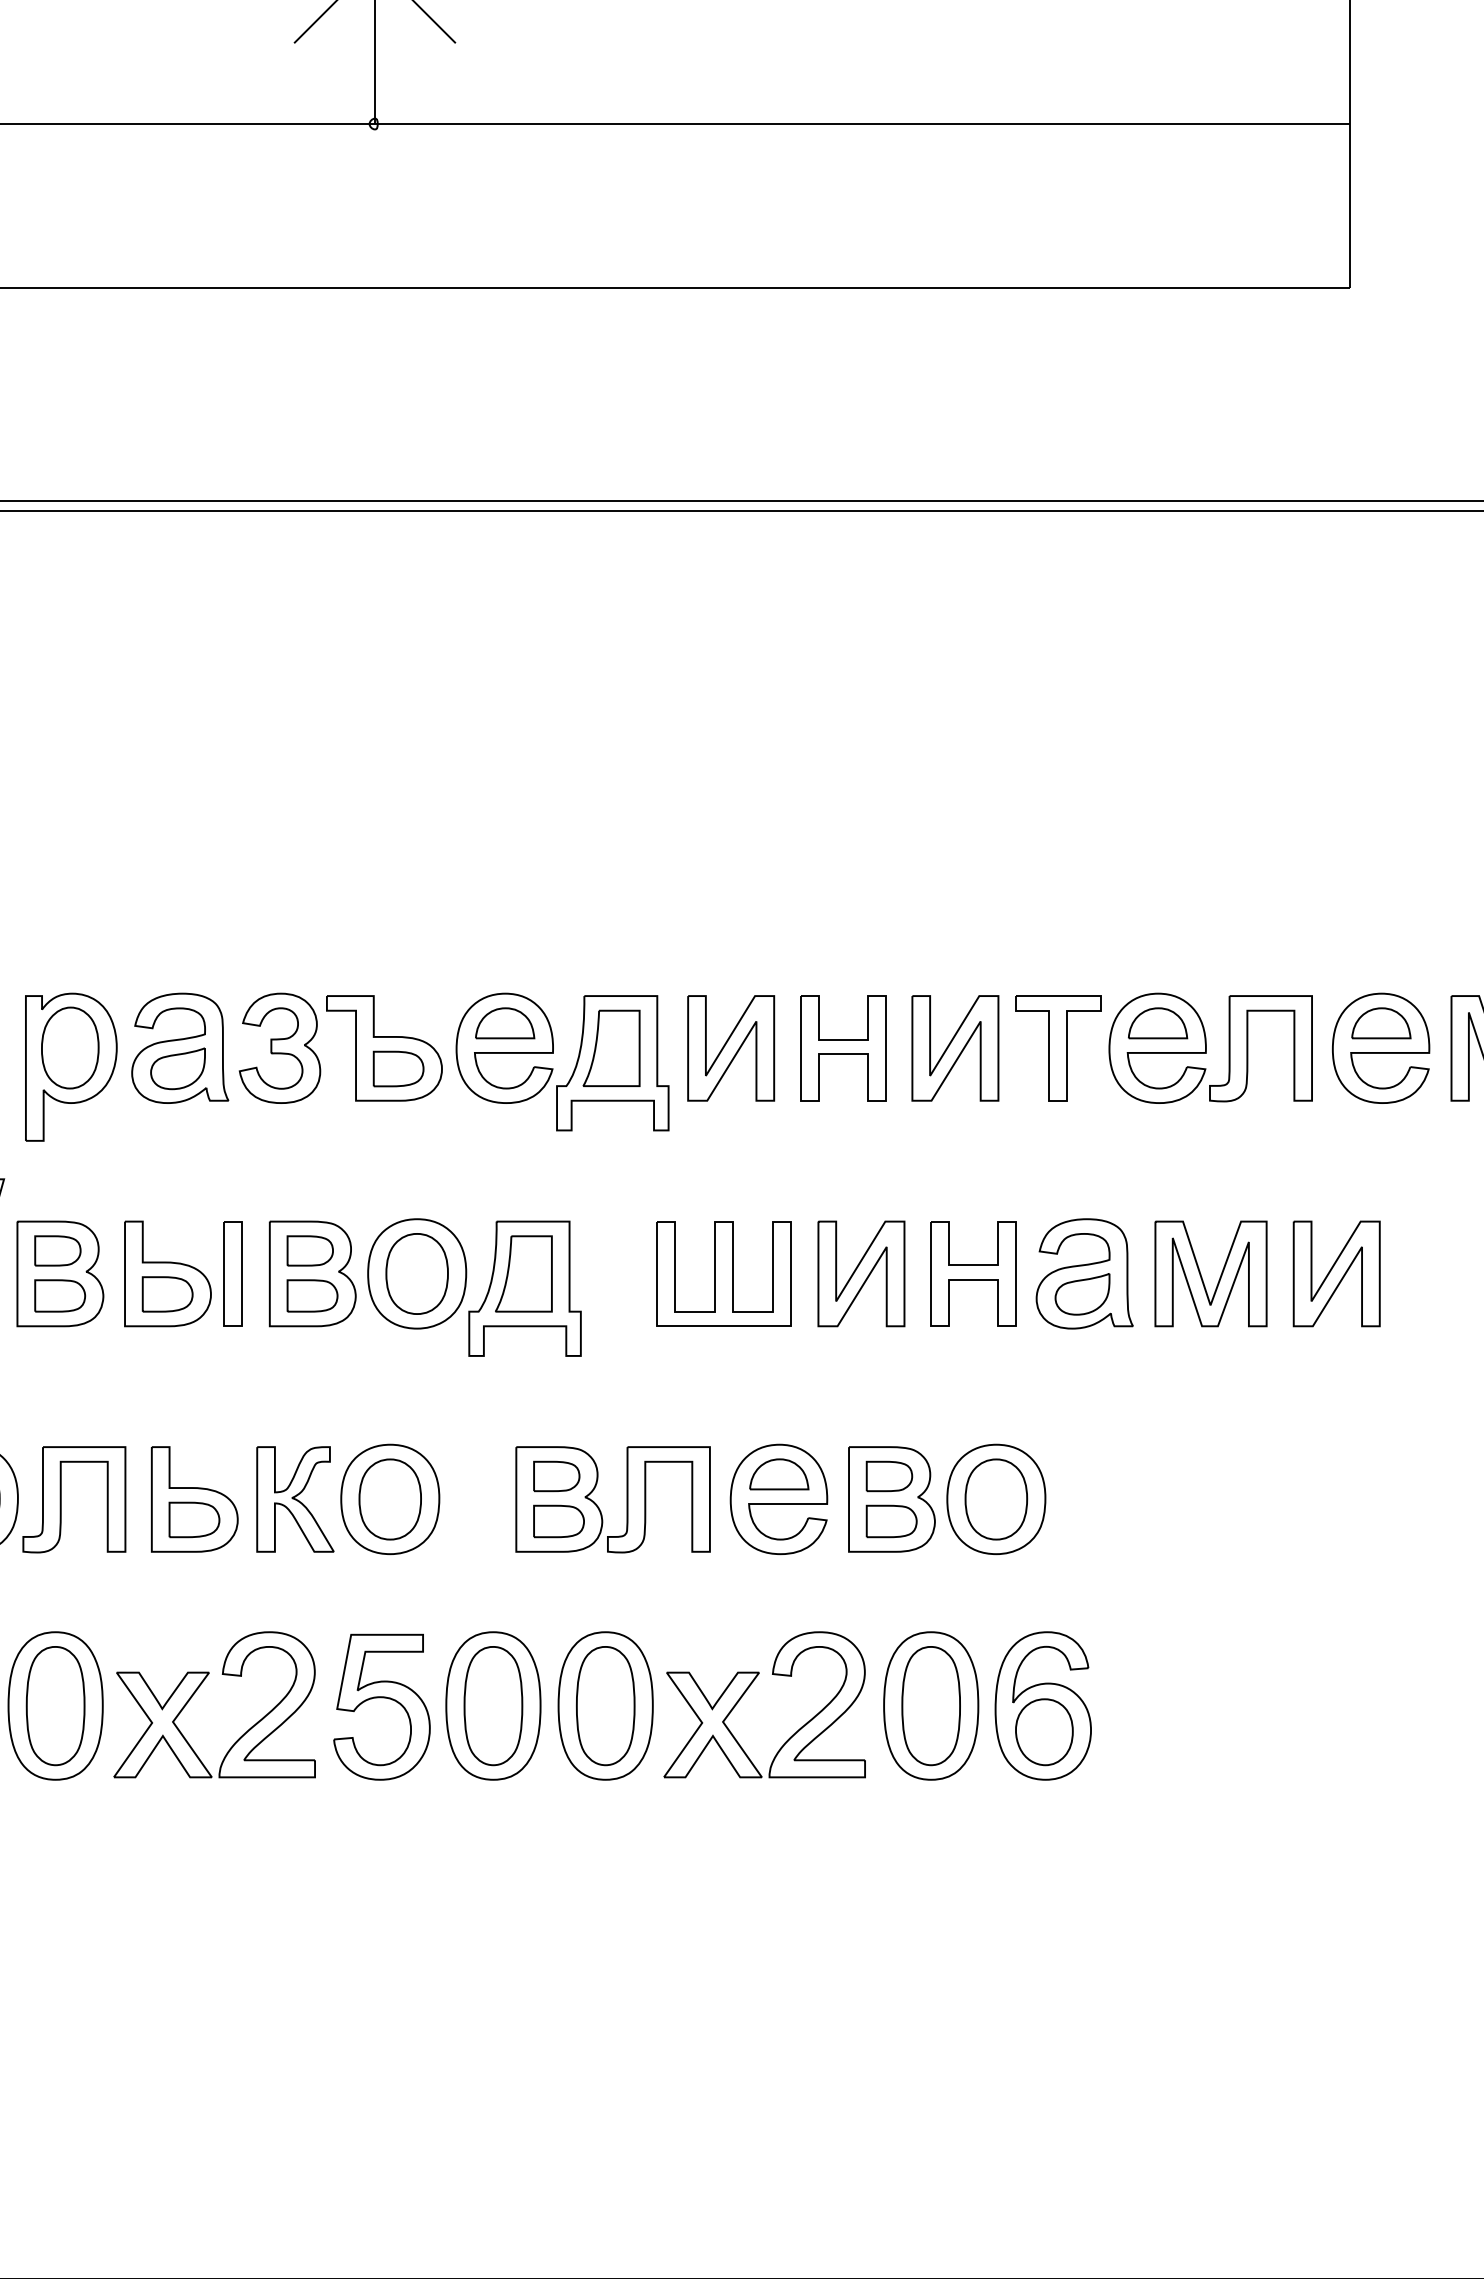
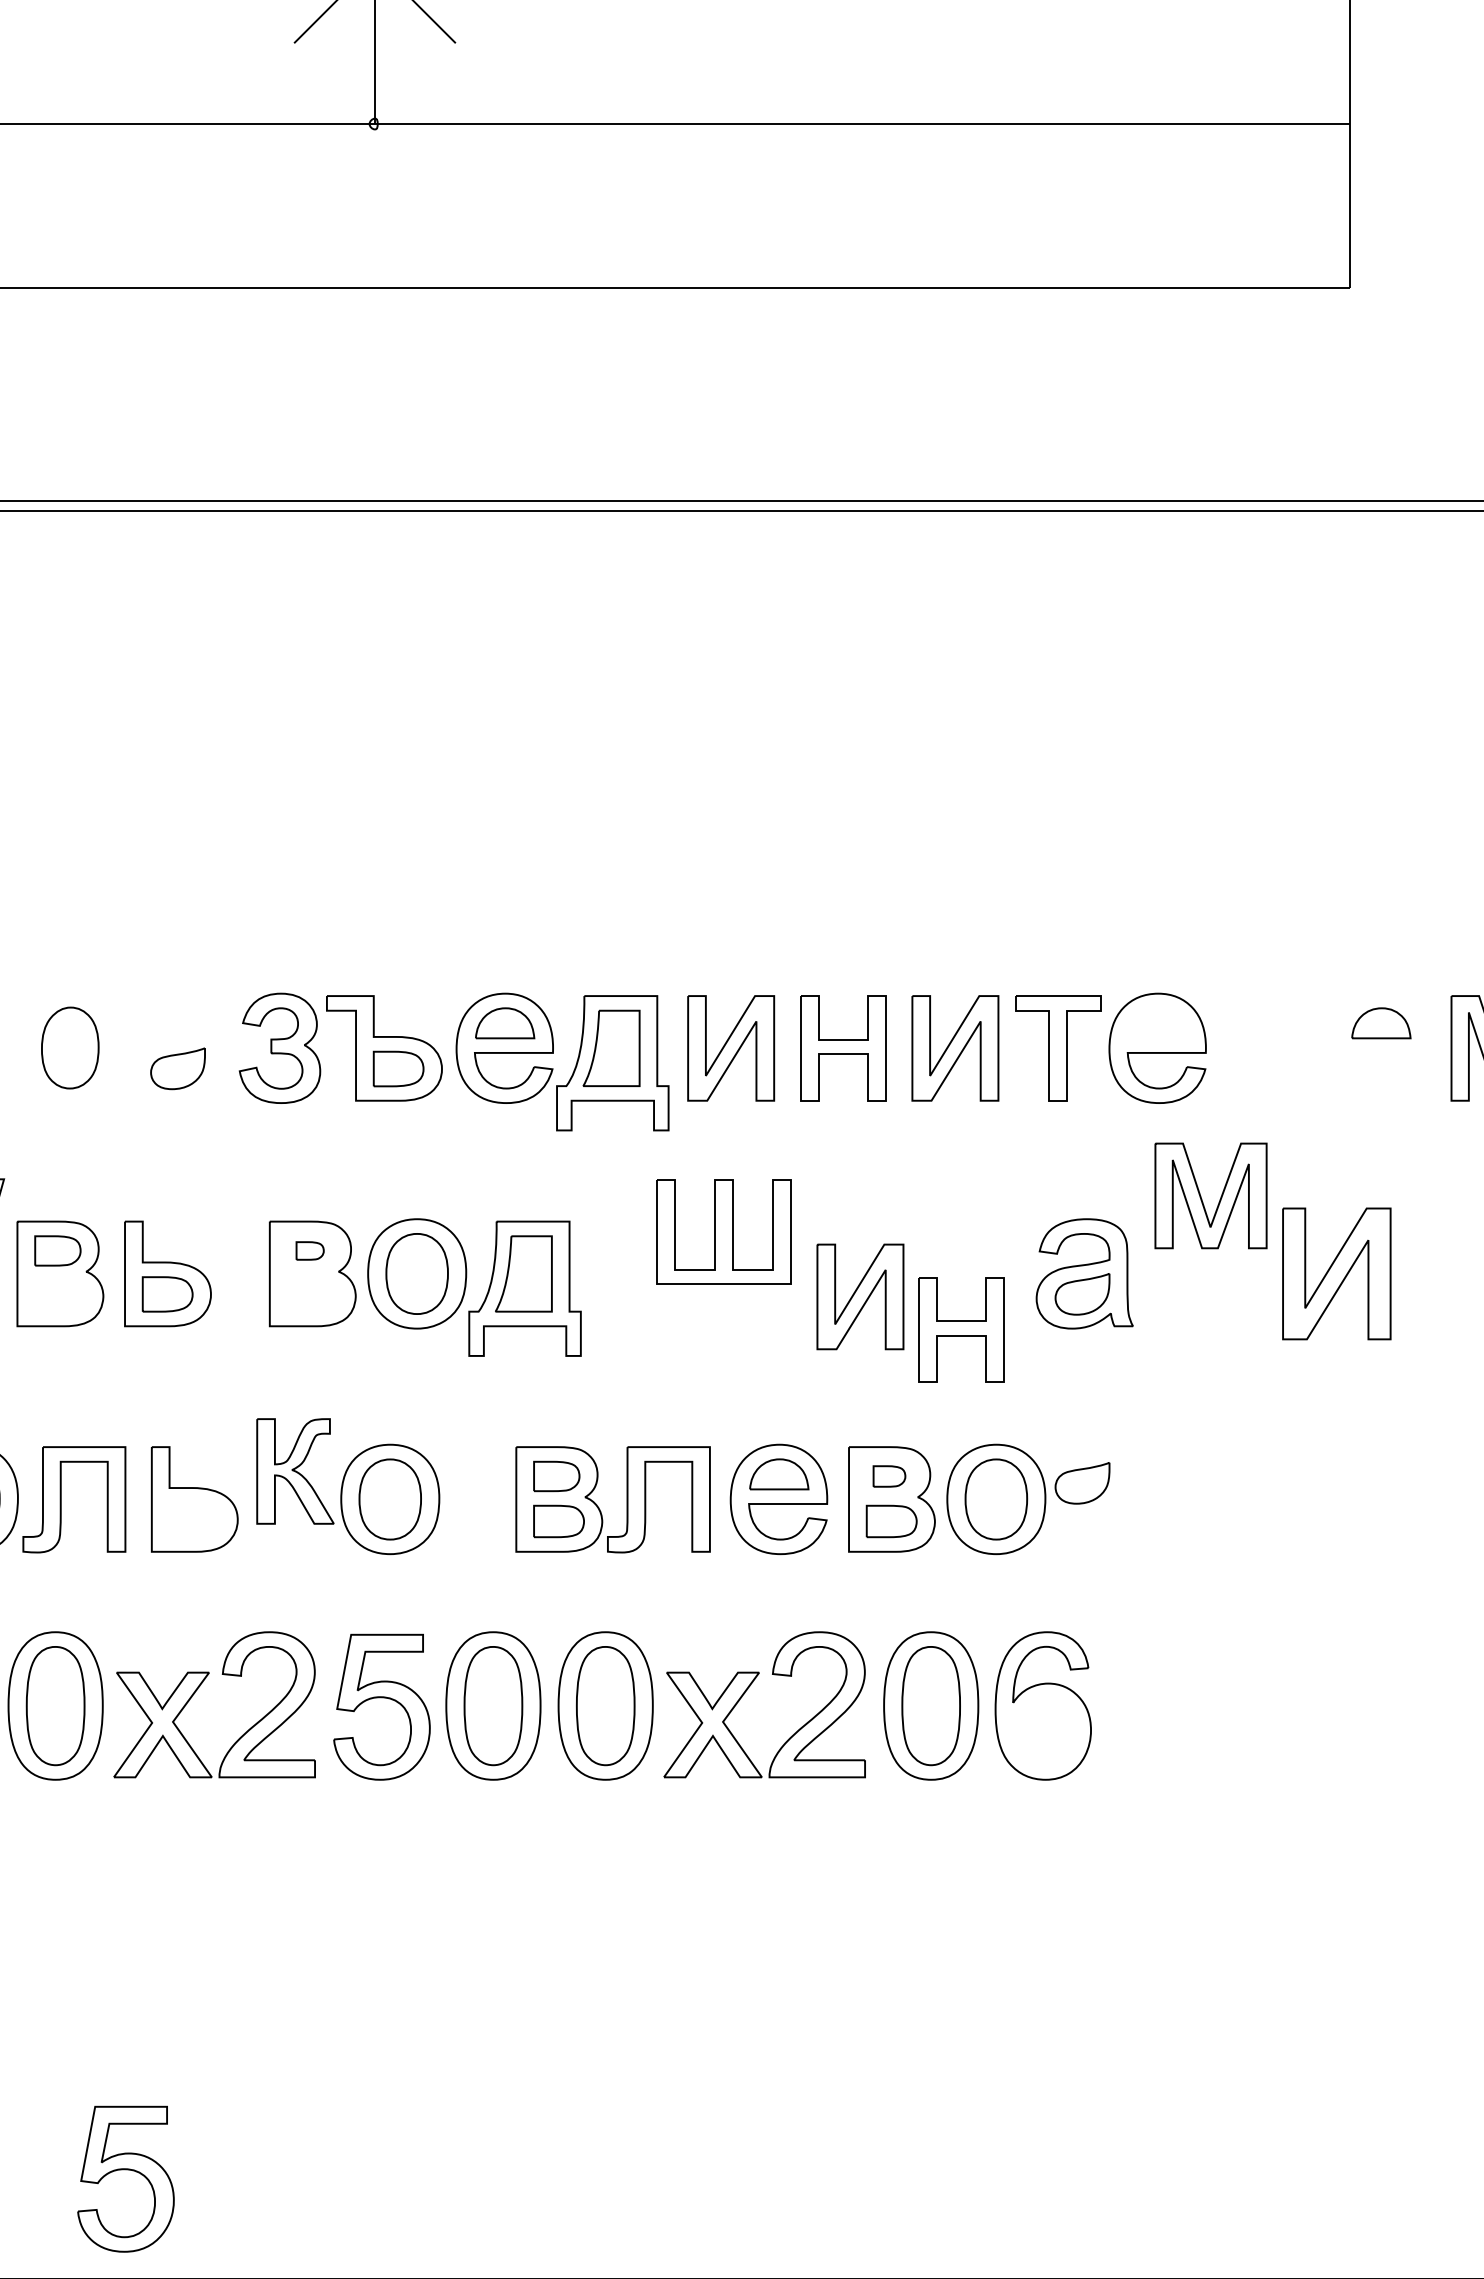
part at (1158, 1023): present -> none
part at (180, 1047): present -> none
part at (1381, 1047): present -> none
part at (1248, 1048): present -> none
part at (71, 1066): present -> none
part at (309, 1250) size: 48x32 px -> 30x20 px
part at (232, 1273): present -> none
part at (723, 1273) position: (723, 1273) -> (723, 1231)
part at (861, 1273) position: (861, 1273) -> (860, 1296)
part at (973, 1273) position: (973, 1273) -> (961, 1329)
part at (1336, 1273) size: 89x108 px -> 110x134 px
part at (1202, 1277) position: (1202, 1277) -> (1202, 1199)
part at (60, 1295): present -> none
part at (312, 1295): present -> none
part at (889, 1476) size: 49x33 px -> 35x23 px
part at (1082, 1483): none -> present
part at (295, 1499) position: (295, 1499) -> (295, 1471)
part at (194, 1519): present -> none
part at (1044, 1732): present -> none
part at (125, 2170): none -> present
